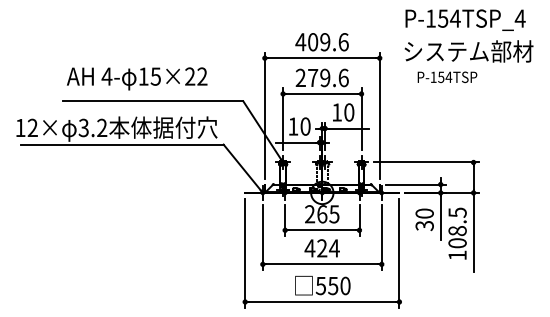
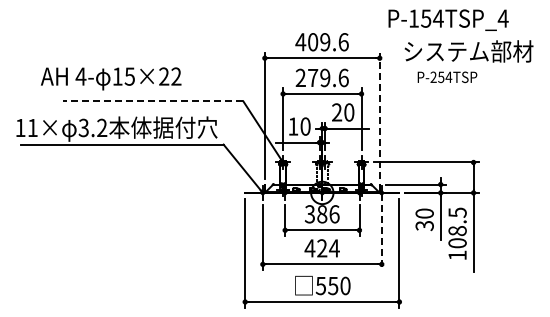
text at (465, 19) position: (465, 19) -> (448, 19)
text at (433, 76): P-154TSP -> P-254TSP
text at (137, 78) position: (137, 78) -> (111, 78)
line at (152, 101): solid -> dashed
text at (337, 112): 10 -> 20
line at (379, 115): solid -> dashed
text at (32, 127): 12× -> 11×
text at (321, 214): 265 -> 386
line at (381, 238): solid -> dashed
